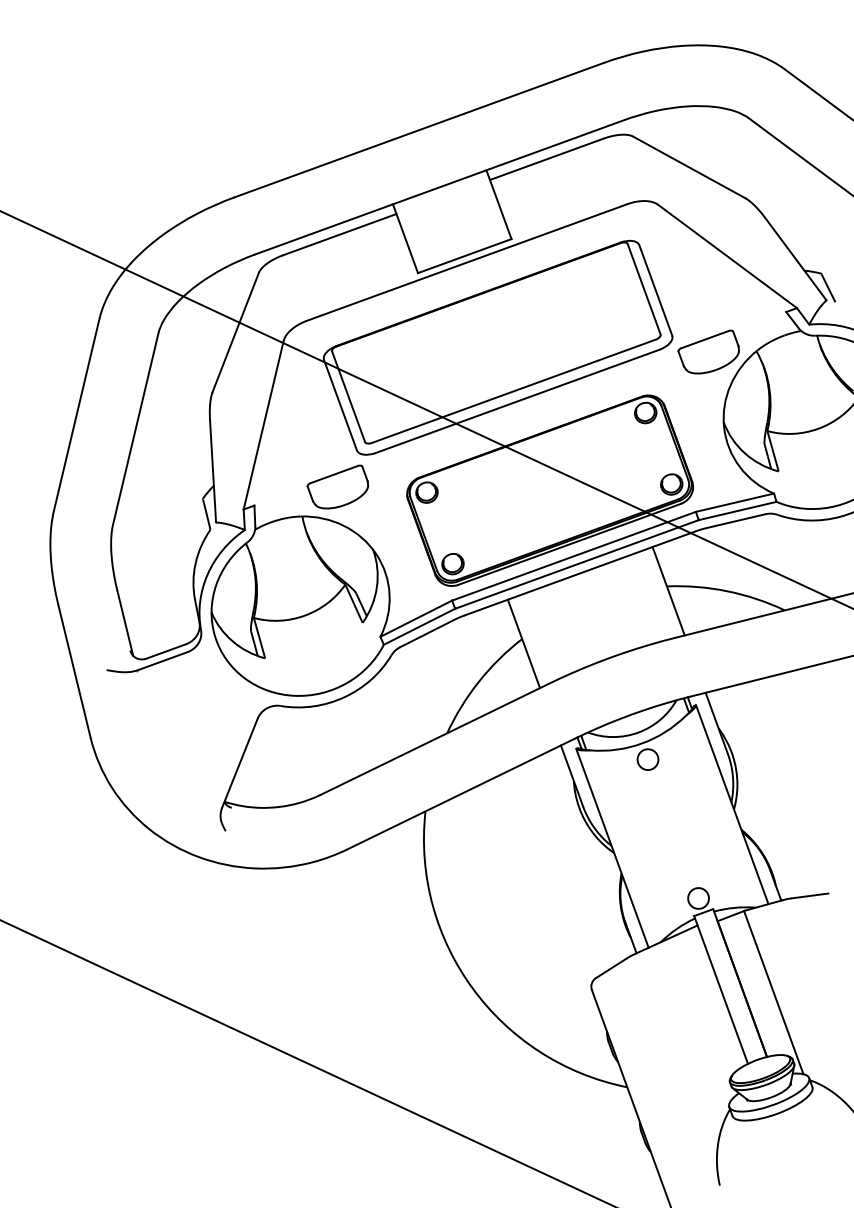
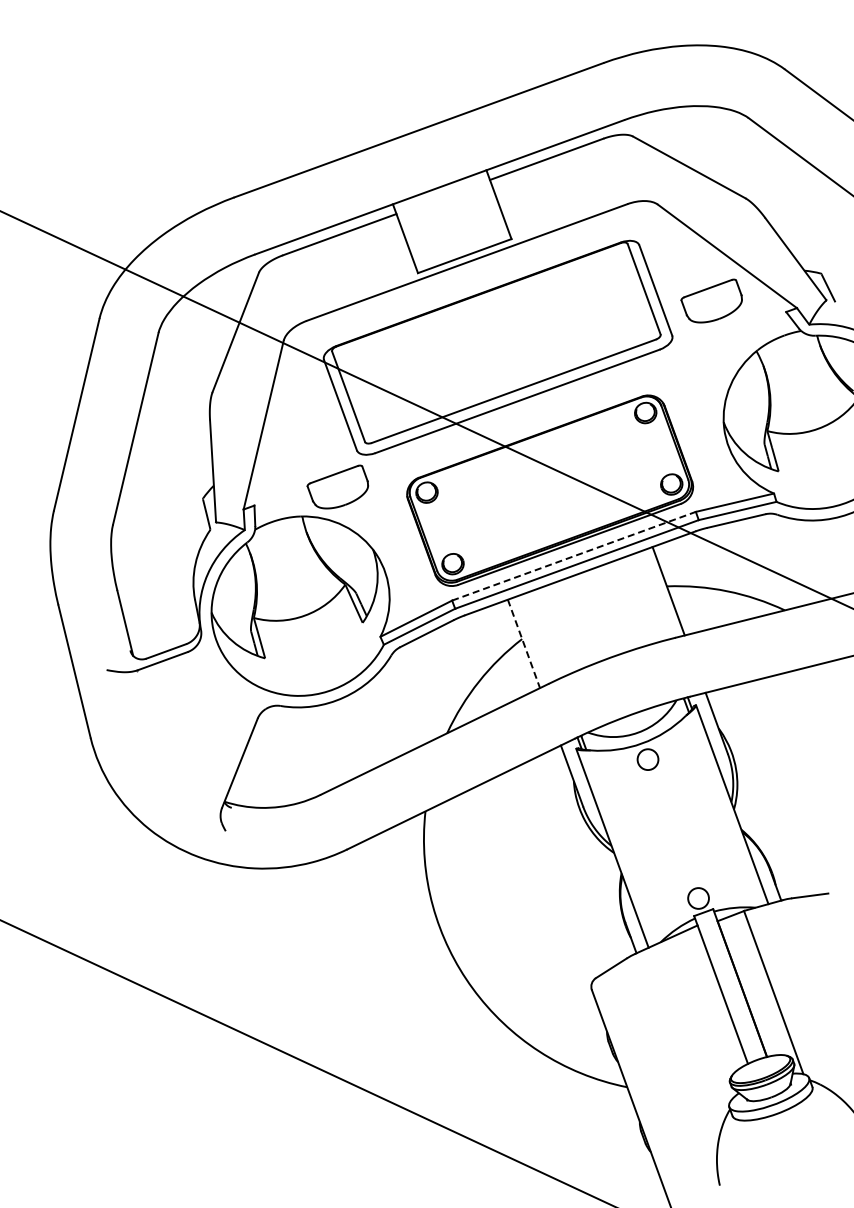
part at (708, 351) position: (708, 351) -> (711, 300)
line at (573, 556): solid -> dashed
line at (524, 644): solid -> dashed
